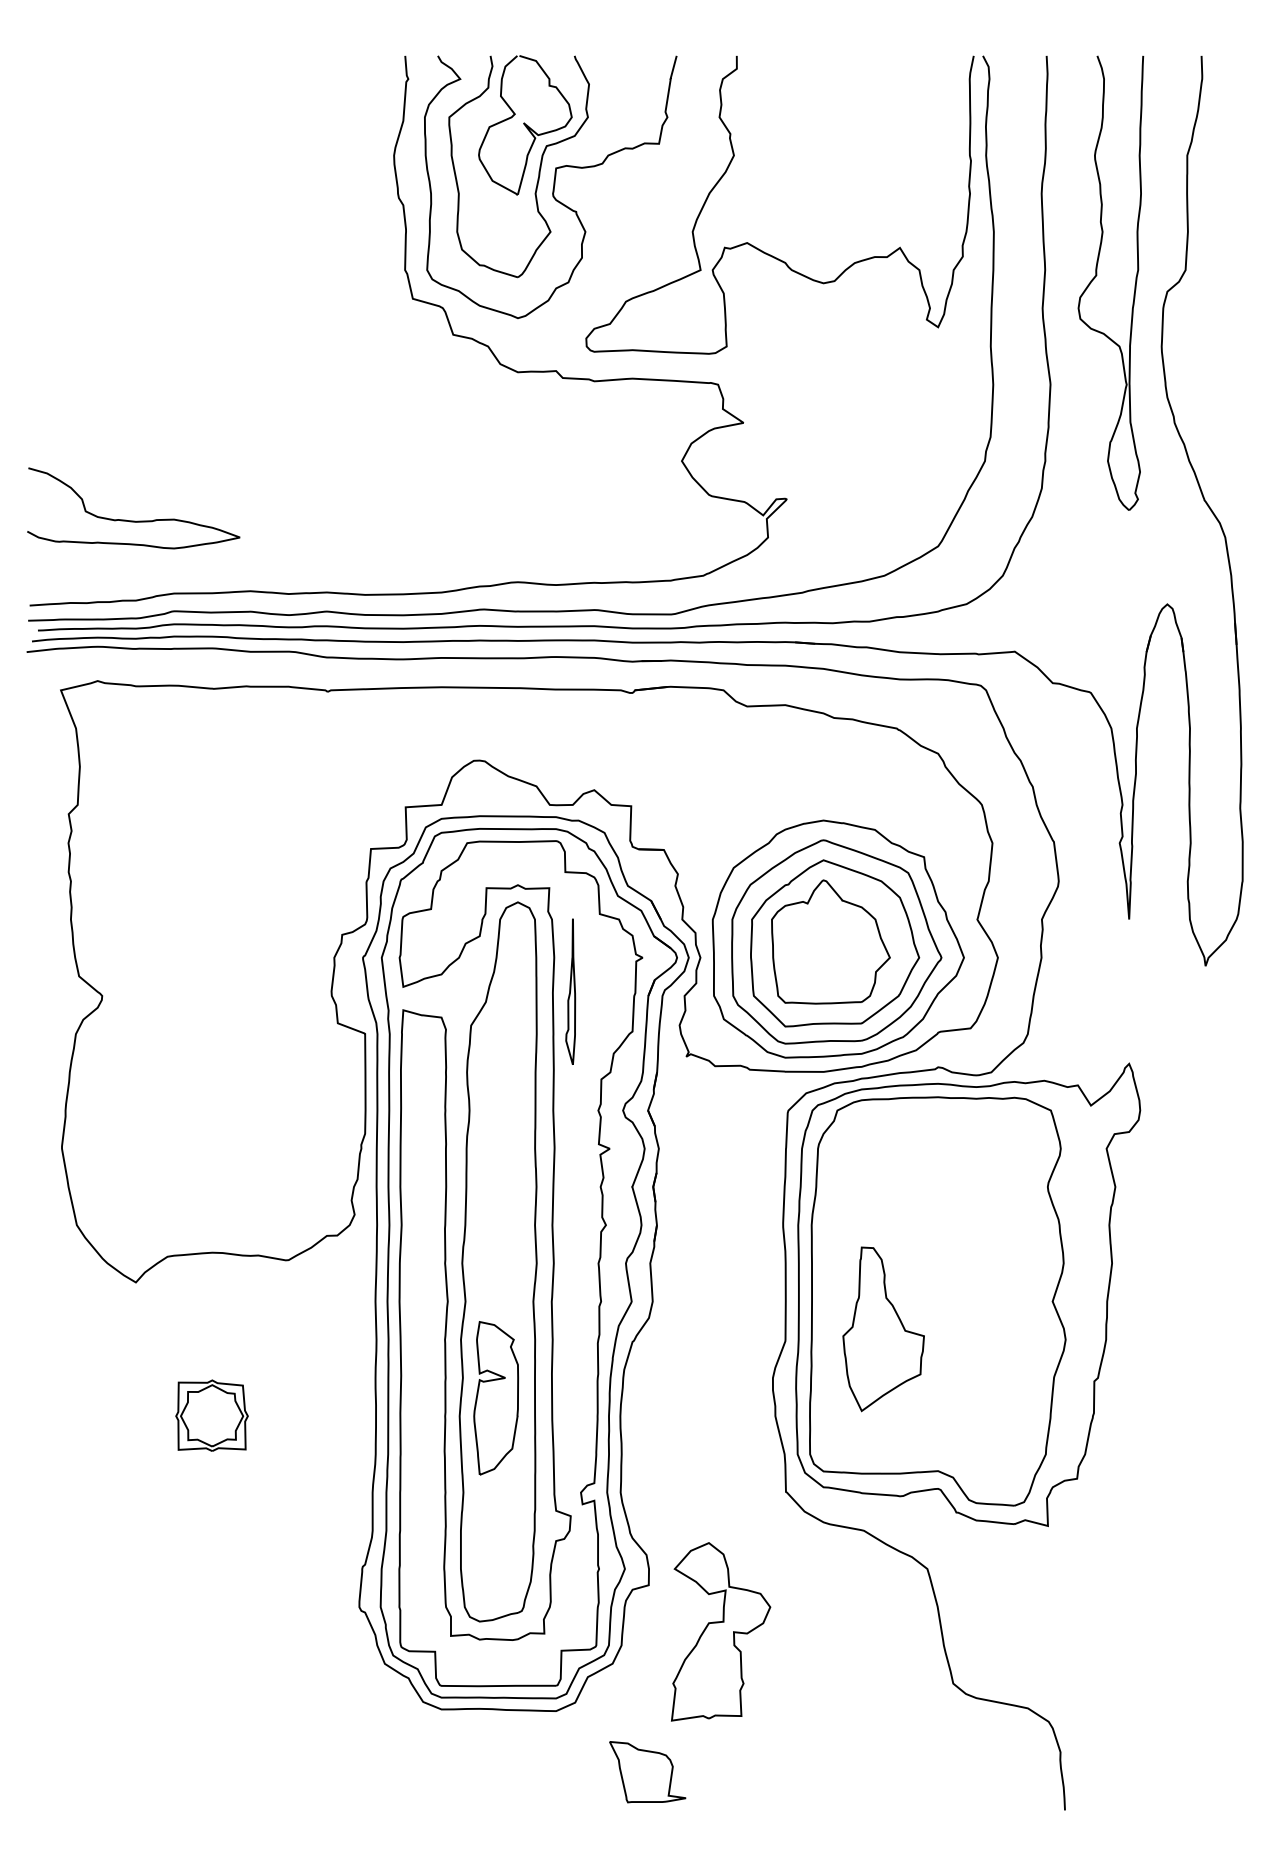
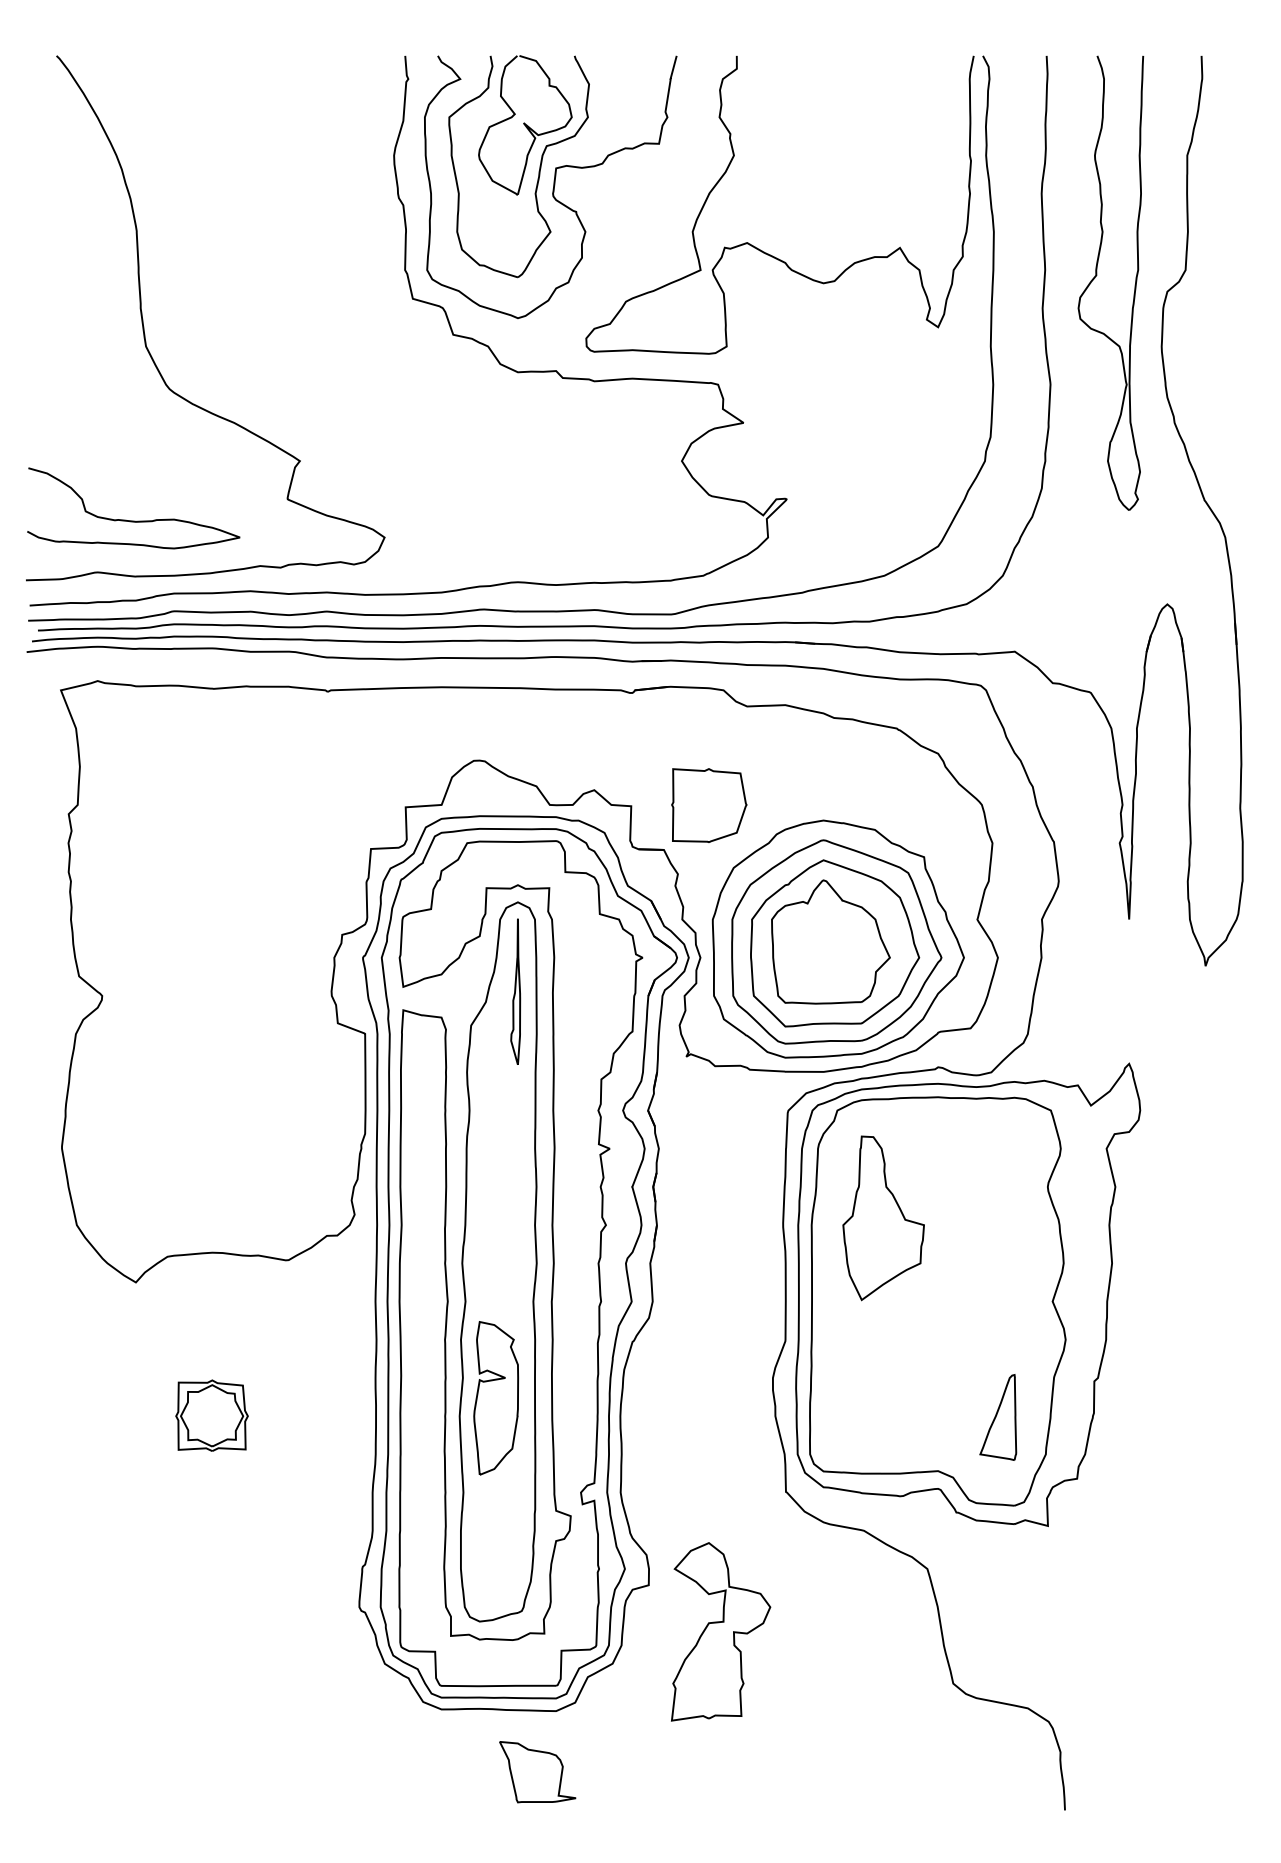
curve at (144, 326): none -> present
part at (709, 805): none -> present
part at (570, 991) position: (570, 991) -> (515, 991)
part at (883, 1329) position: (883, 1329) -> (883, 1218)
part at (998, 1417): none -> present
part at (647, 1772) position: (647, 1772) -> (537, 1772)
